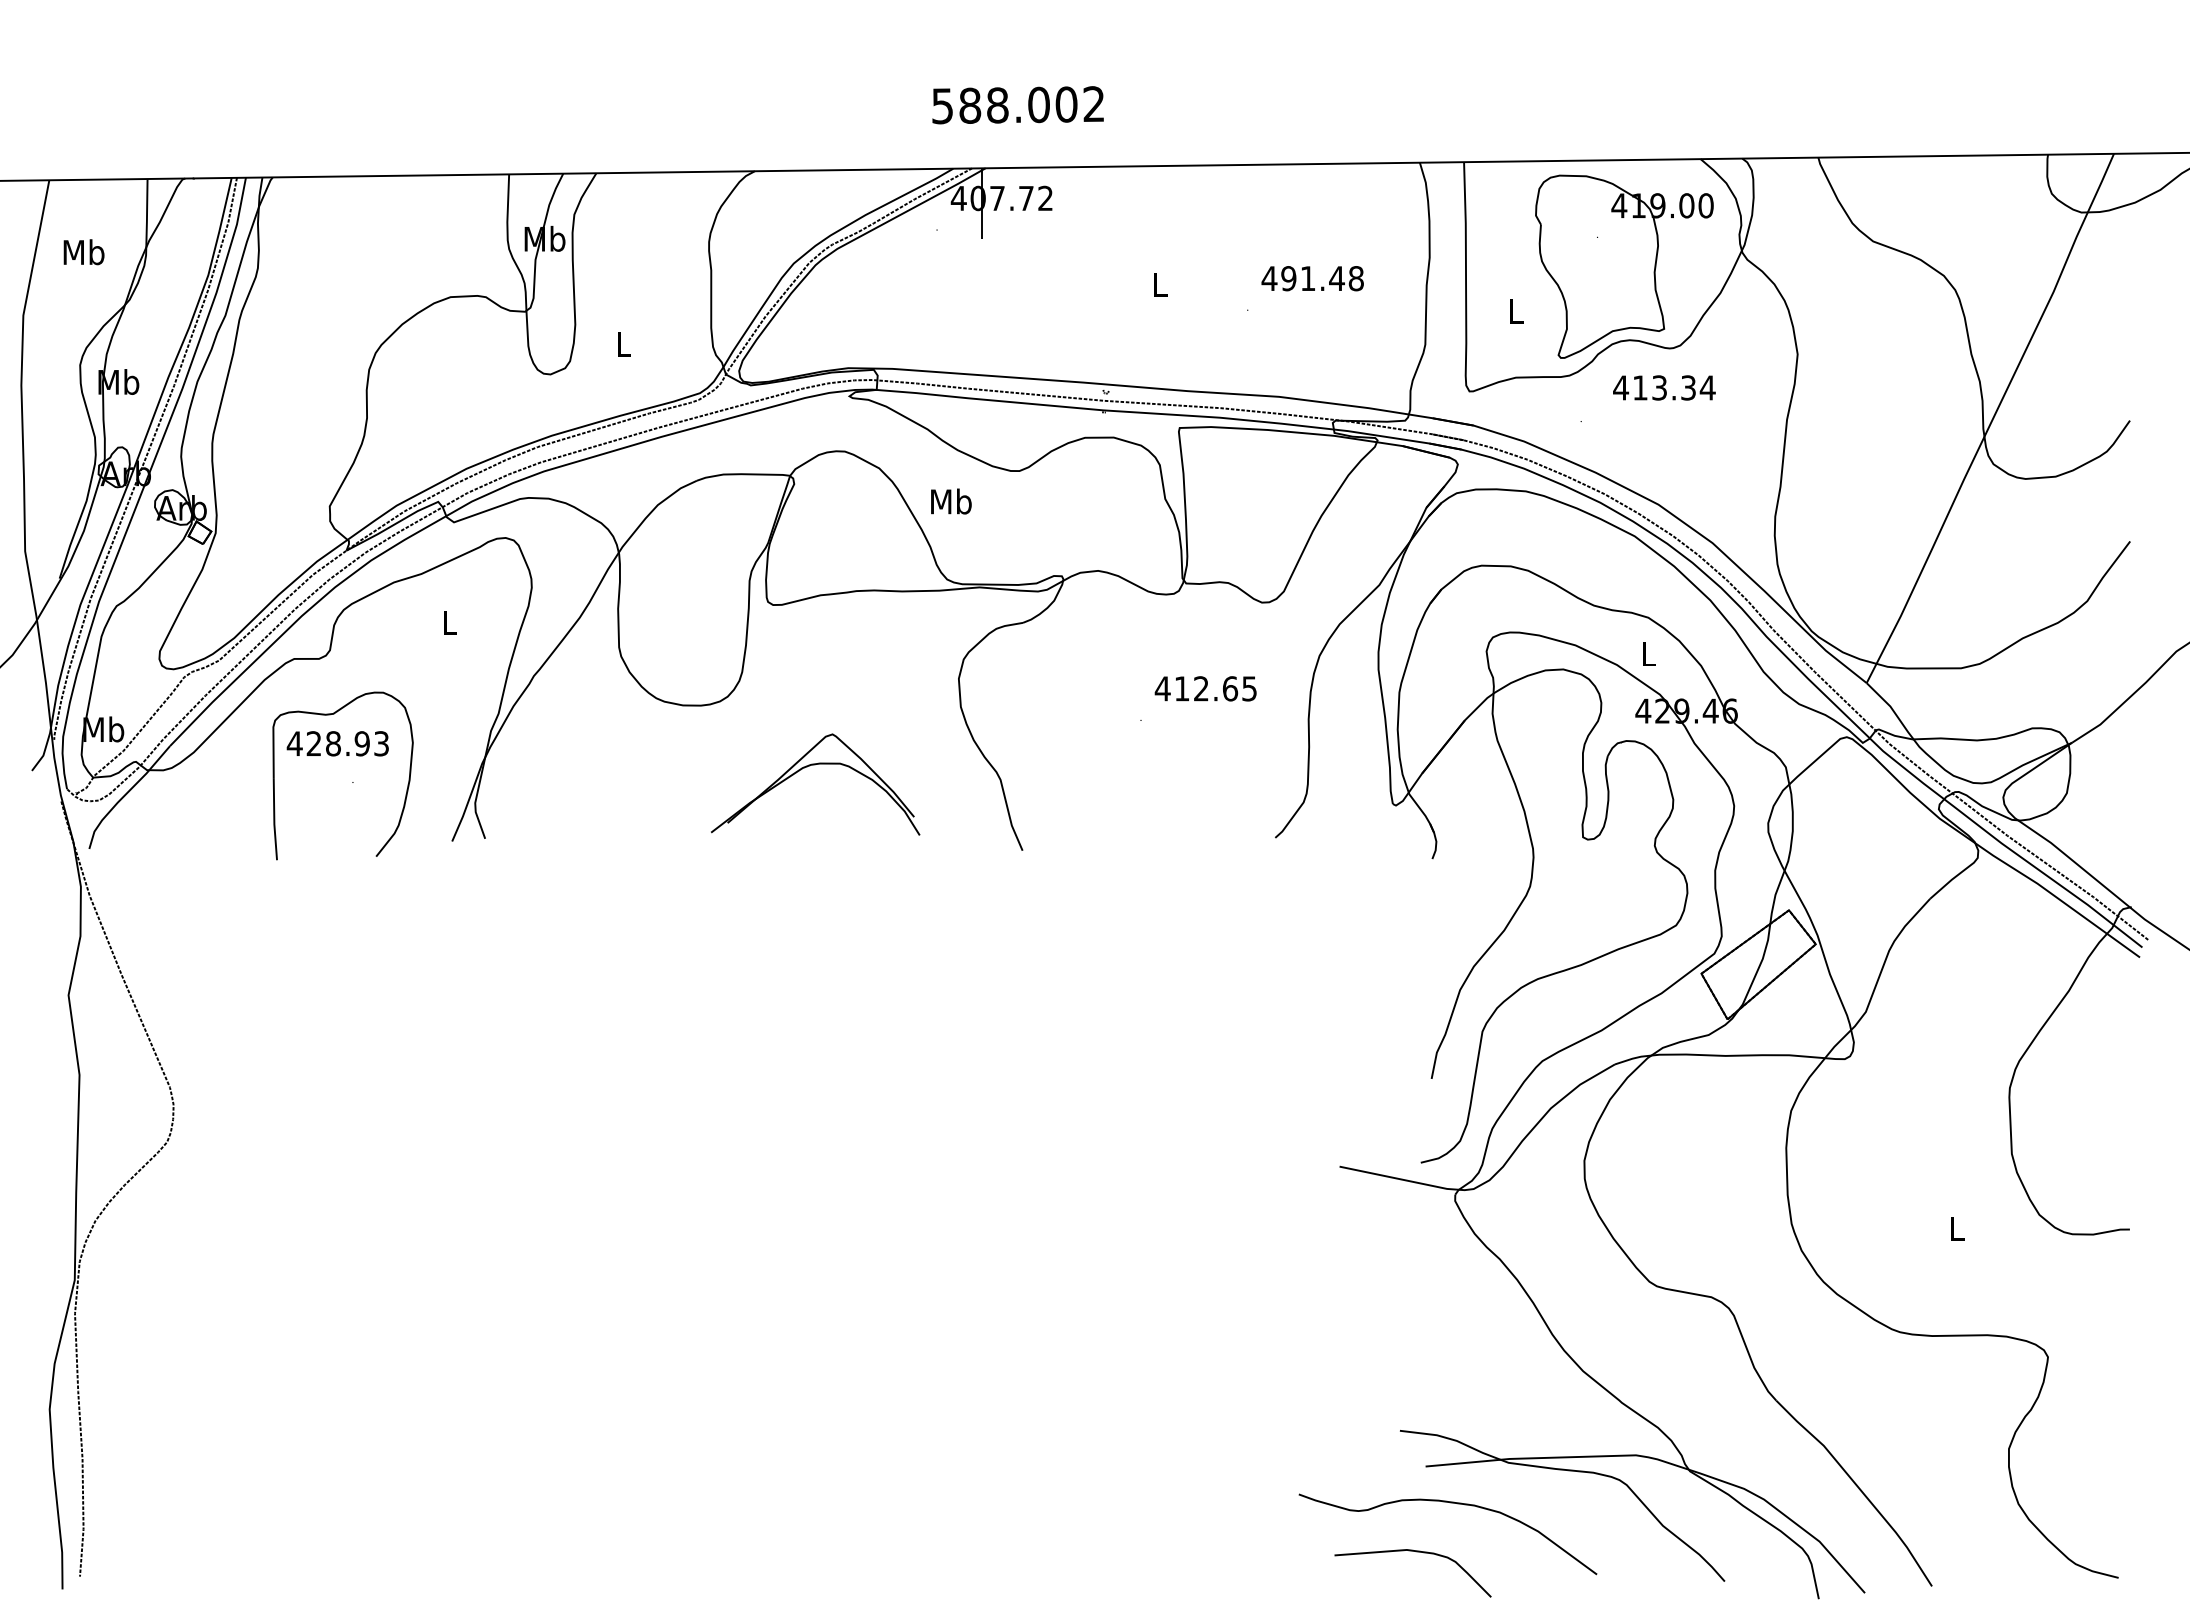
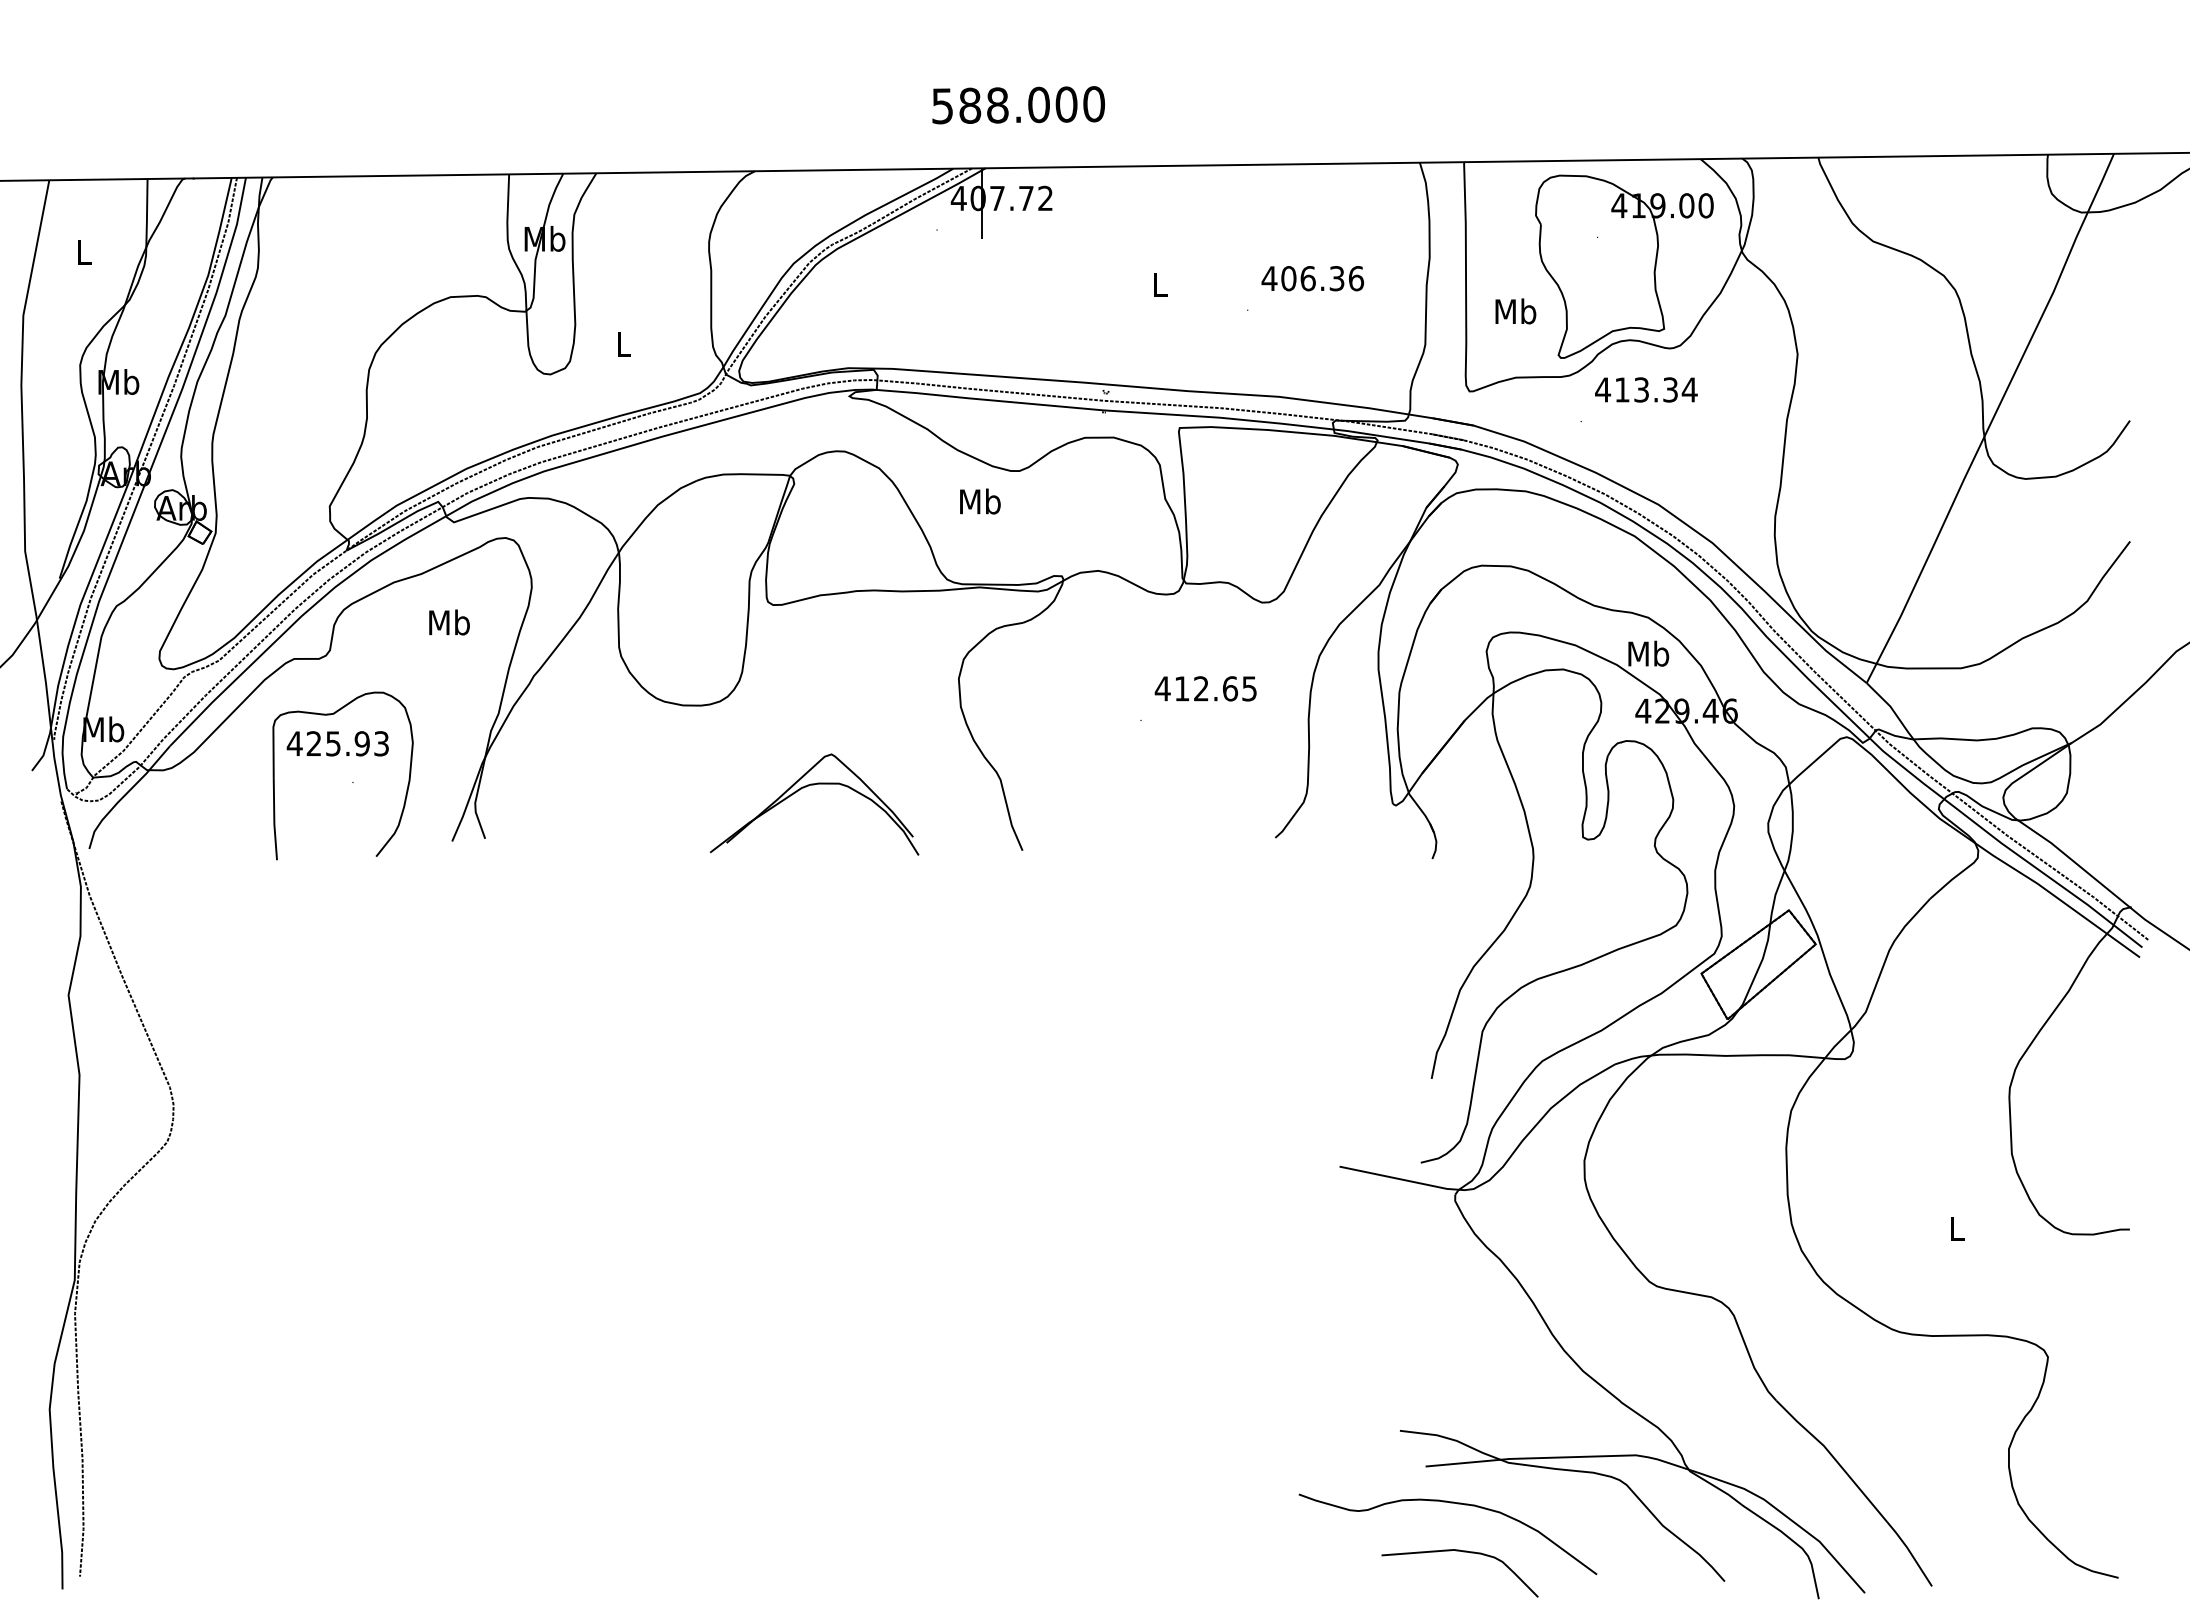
text at (1094, 104): 588.002 -> 588.000
text at (83, 252): Mb -> L
text at (1322, 278): 491.48 -> 406.36
text at (1515, 311): L -> Mb
text at (1664, 387) position: (1664, 387) -> (1646, 389)
text at (951, 501) position: (951, 501) -> (980, 501)
text at (449, 622): L -> Mb
text at (1648, 653): L -> Mb
text at (333, 743): 428.93 -> 425.93
part at (807, 767) position: (807, 767) -> (806, 787)
curve at (1416, 1552) position: (1416, 1552) -> (1463, 1552)
